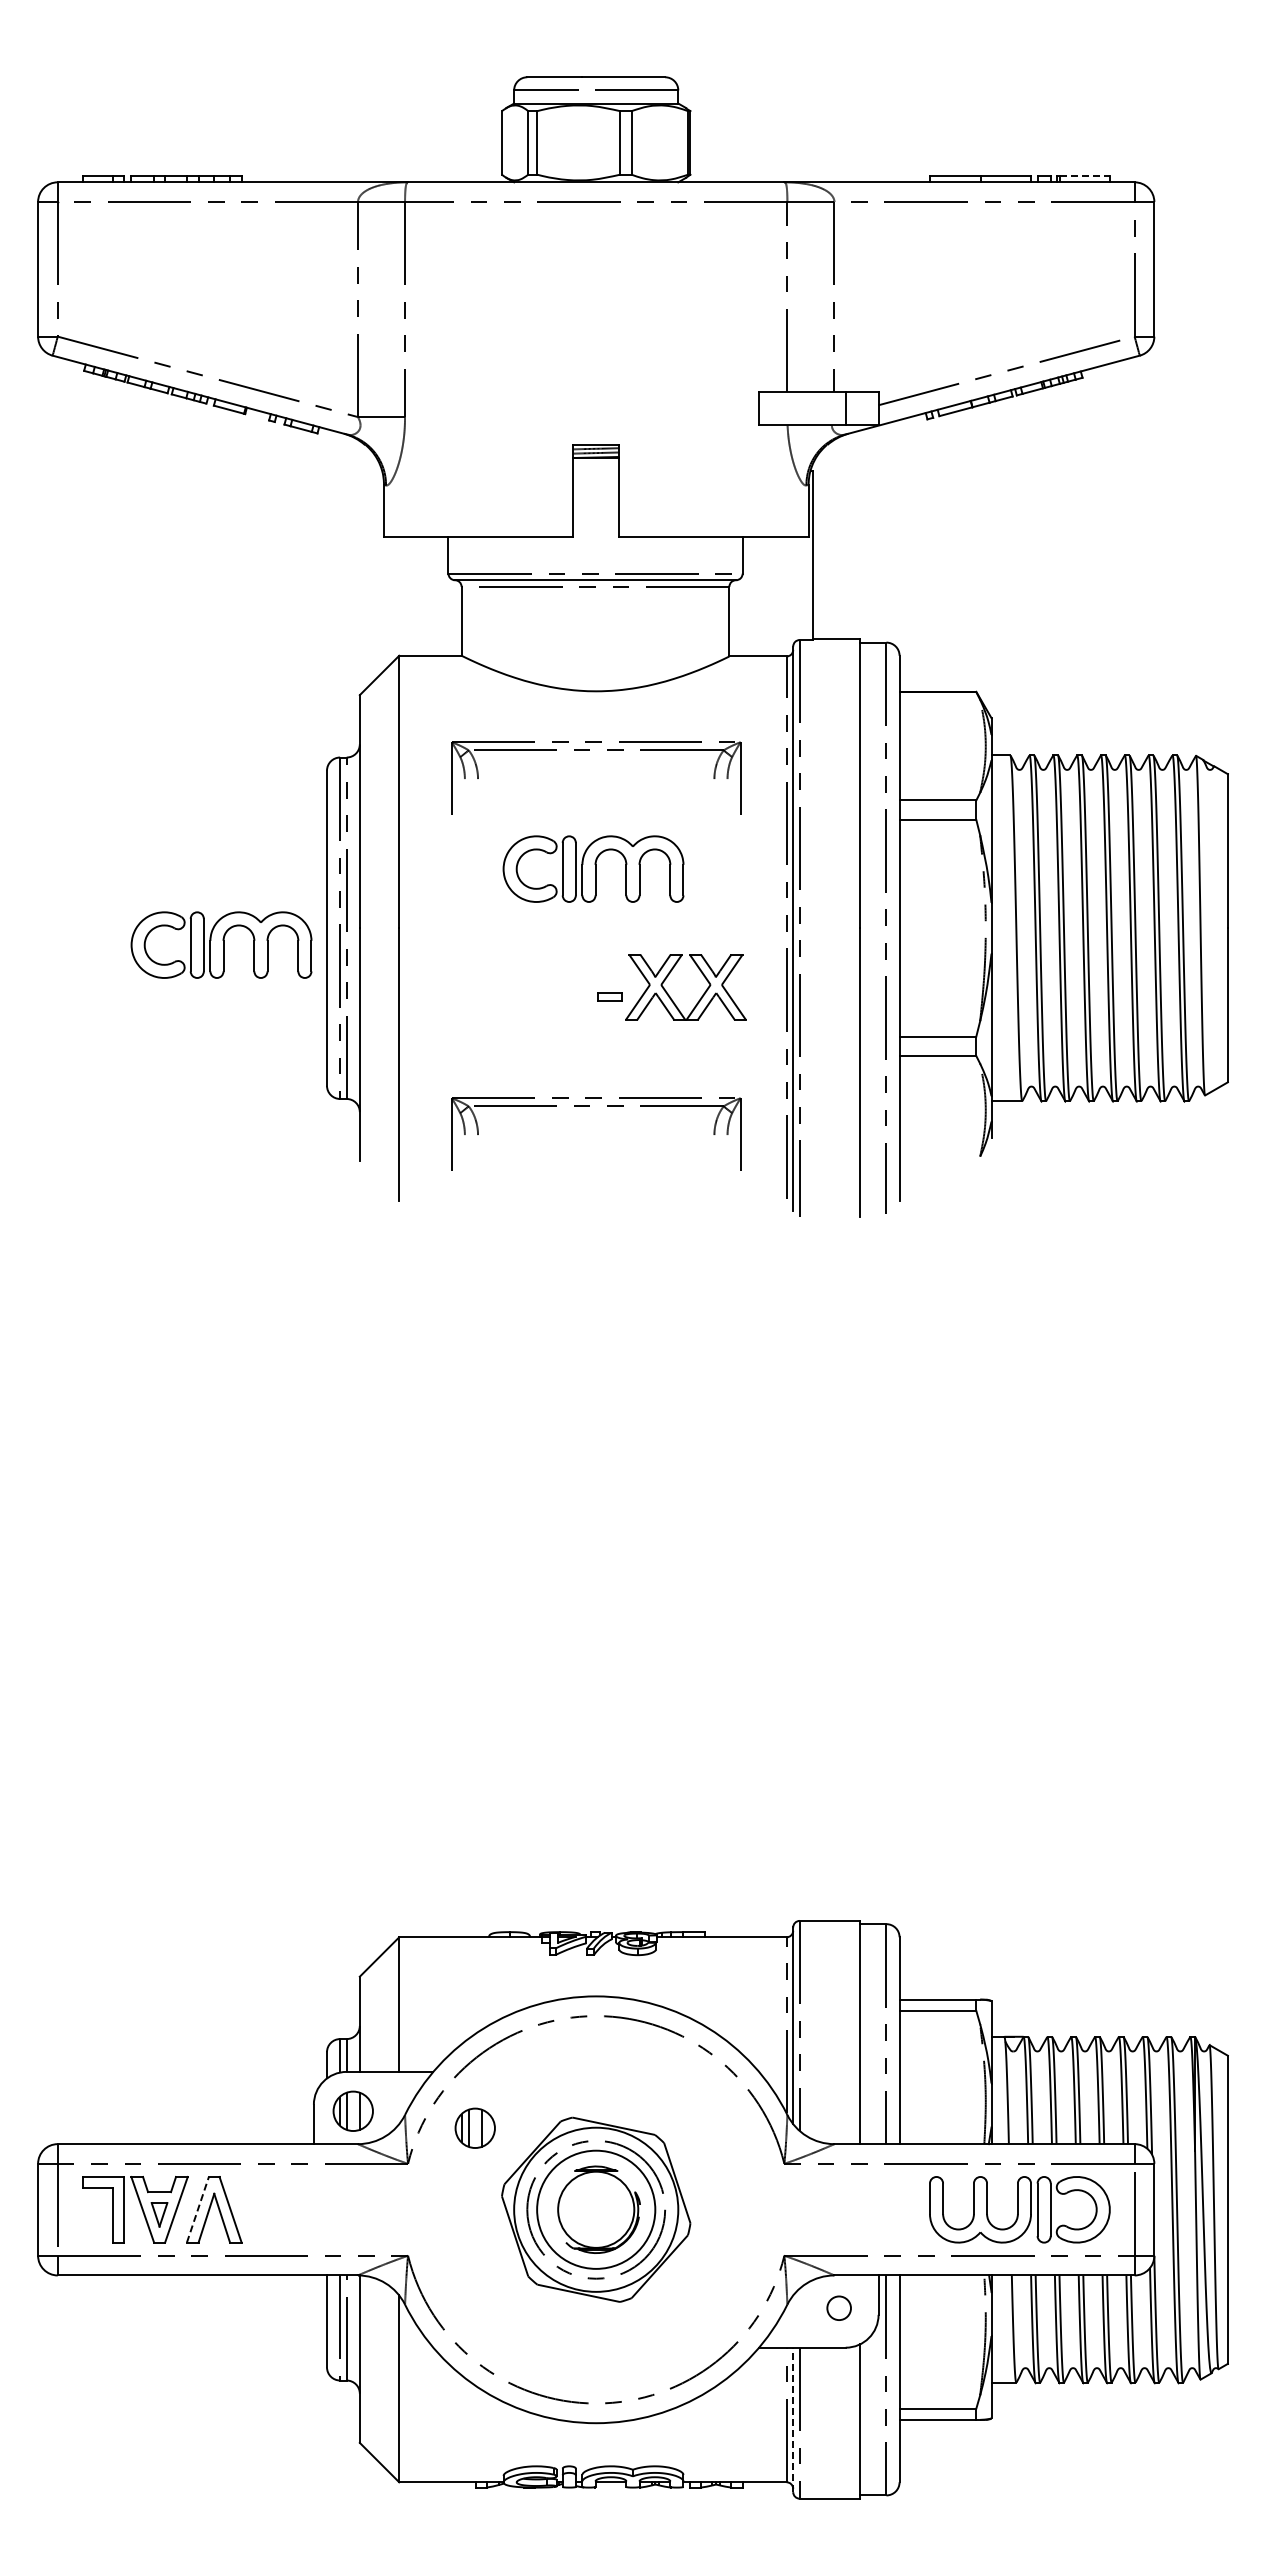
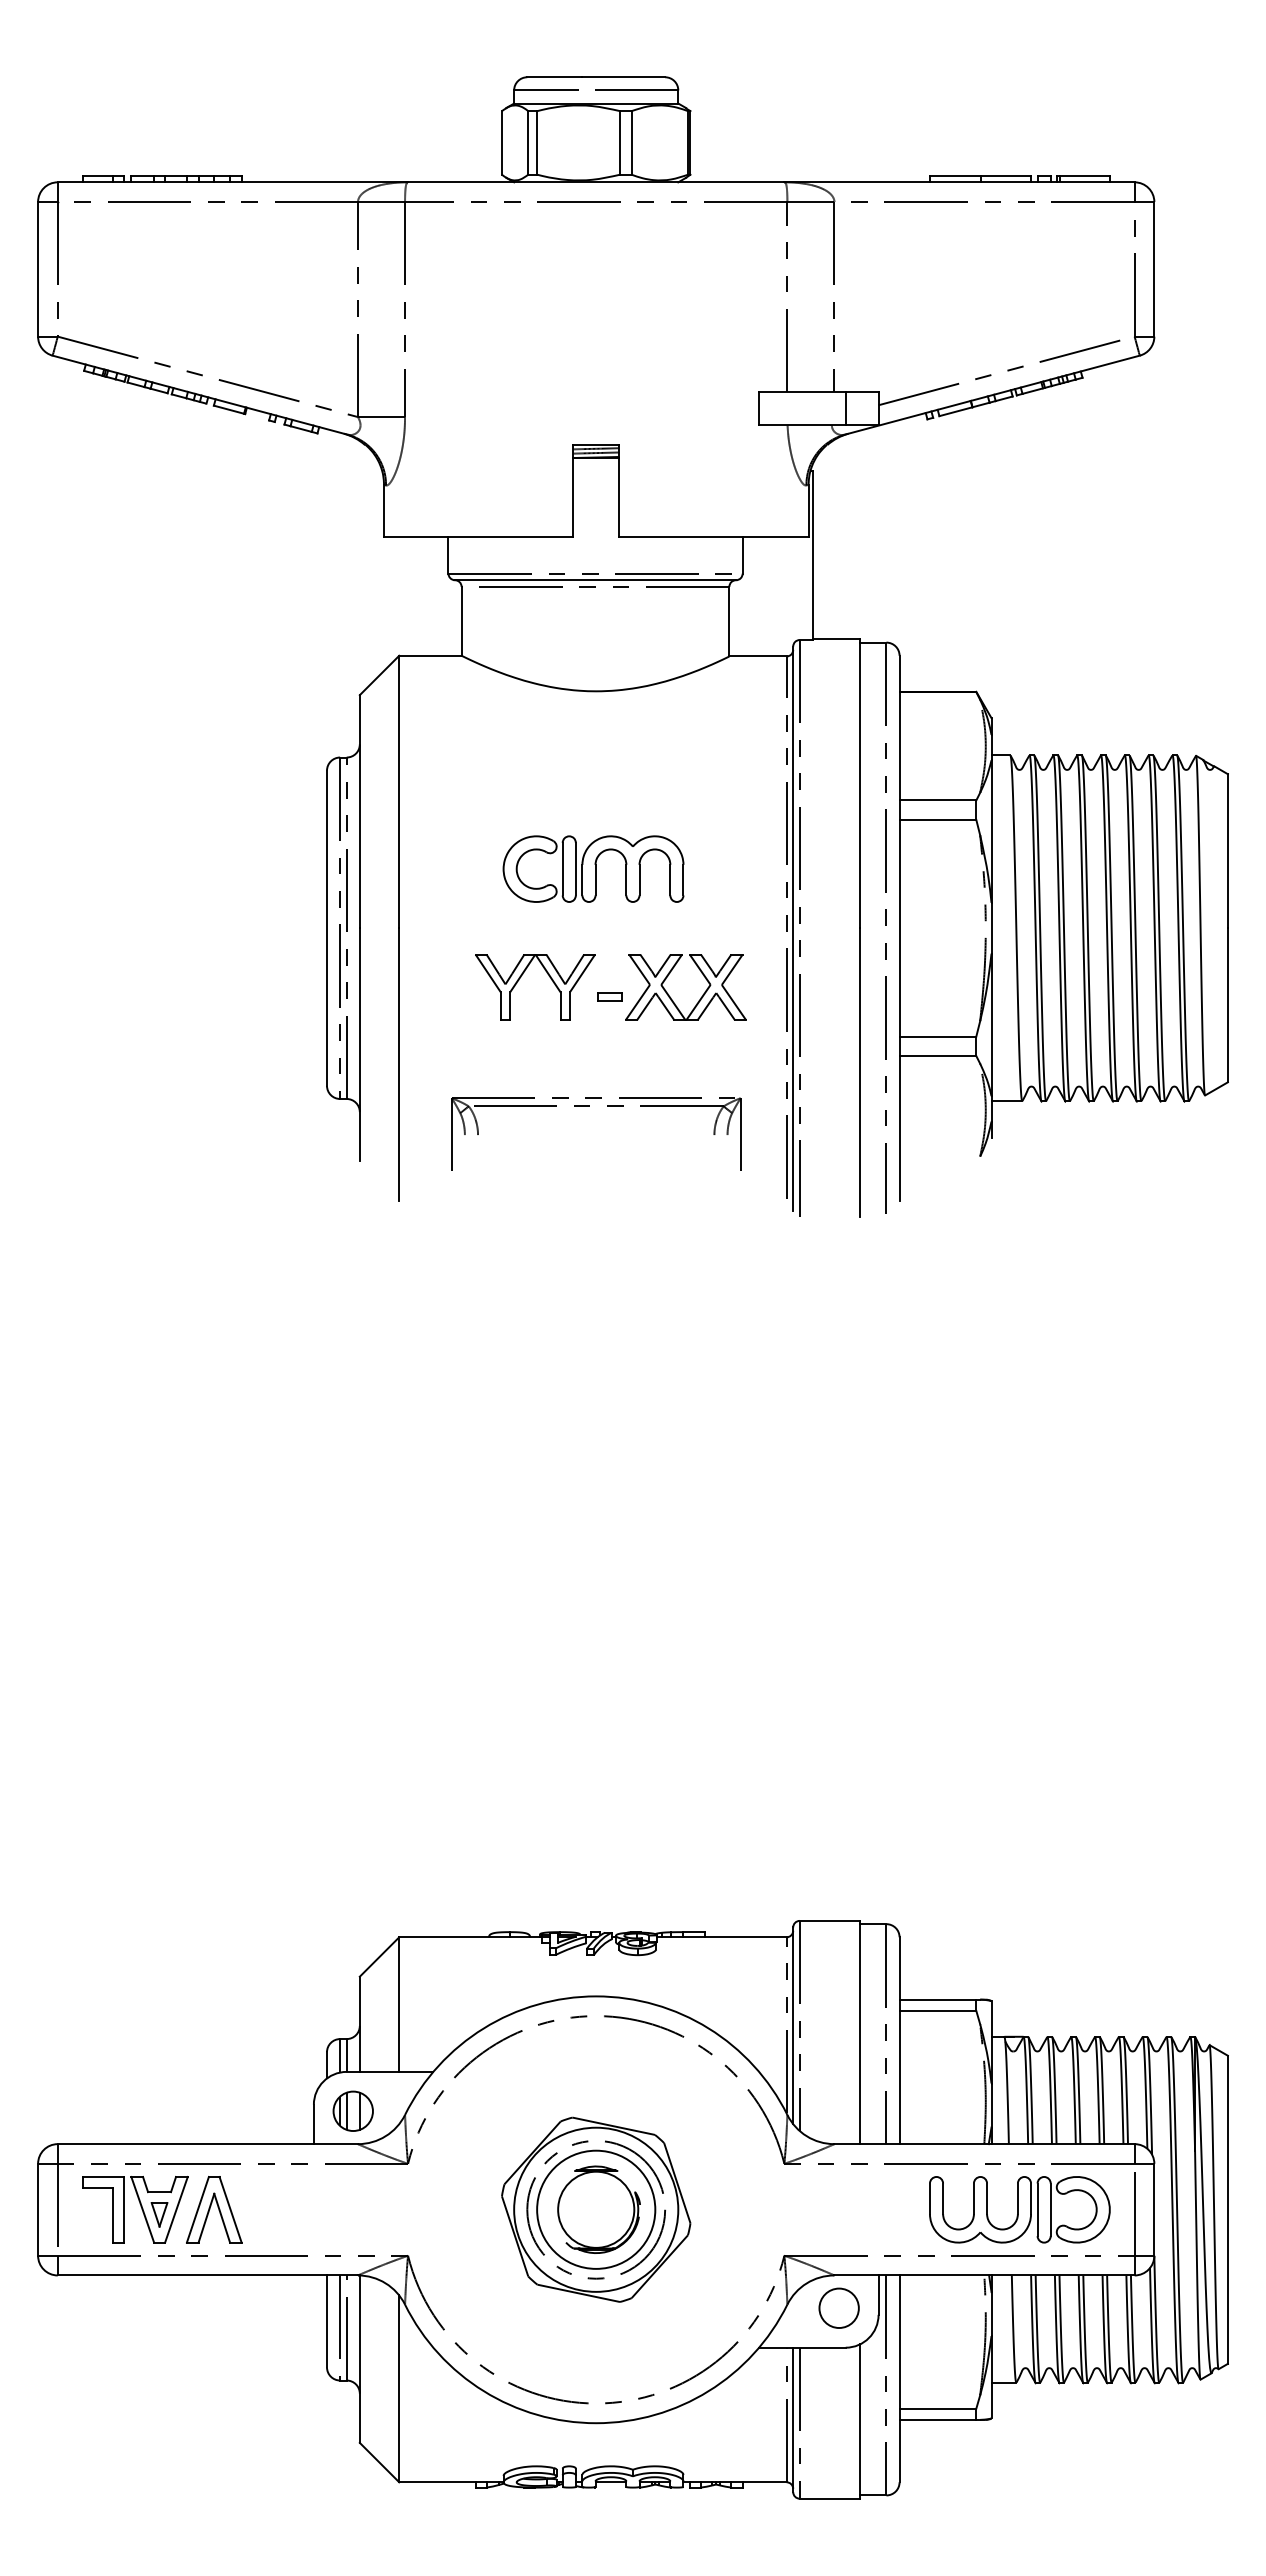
line at (1084, 175): dashed -> solid
part at (589, 750): present -> none
part at (221, 944): present -> none
part at (521, 977): none -> present
part at (474, 2127): present -> none
line at (197, 2209): dashed -> solid
circle at (838, 2308) diameter: 24 px -> 39 px
line at (793, 2419): dashed -> solid
